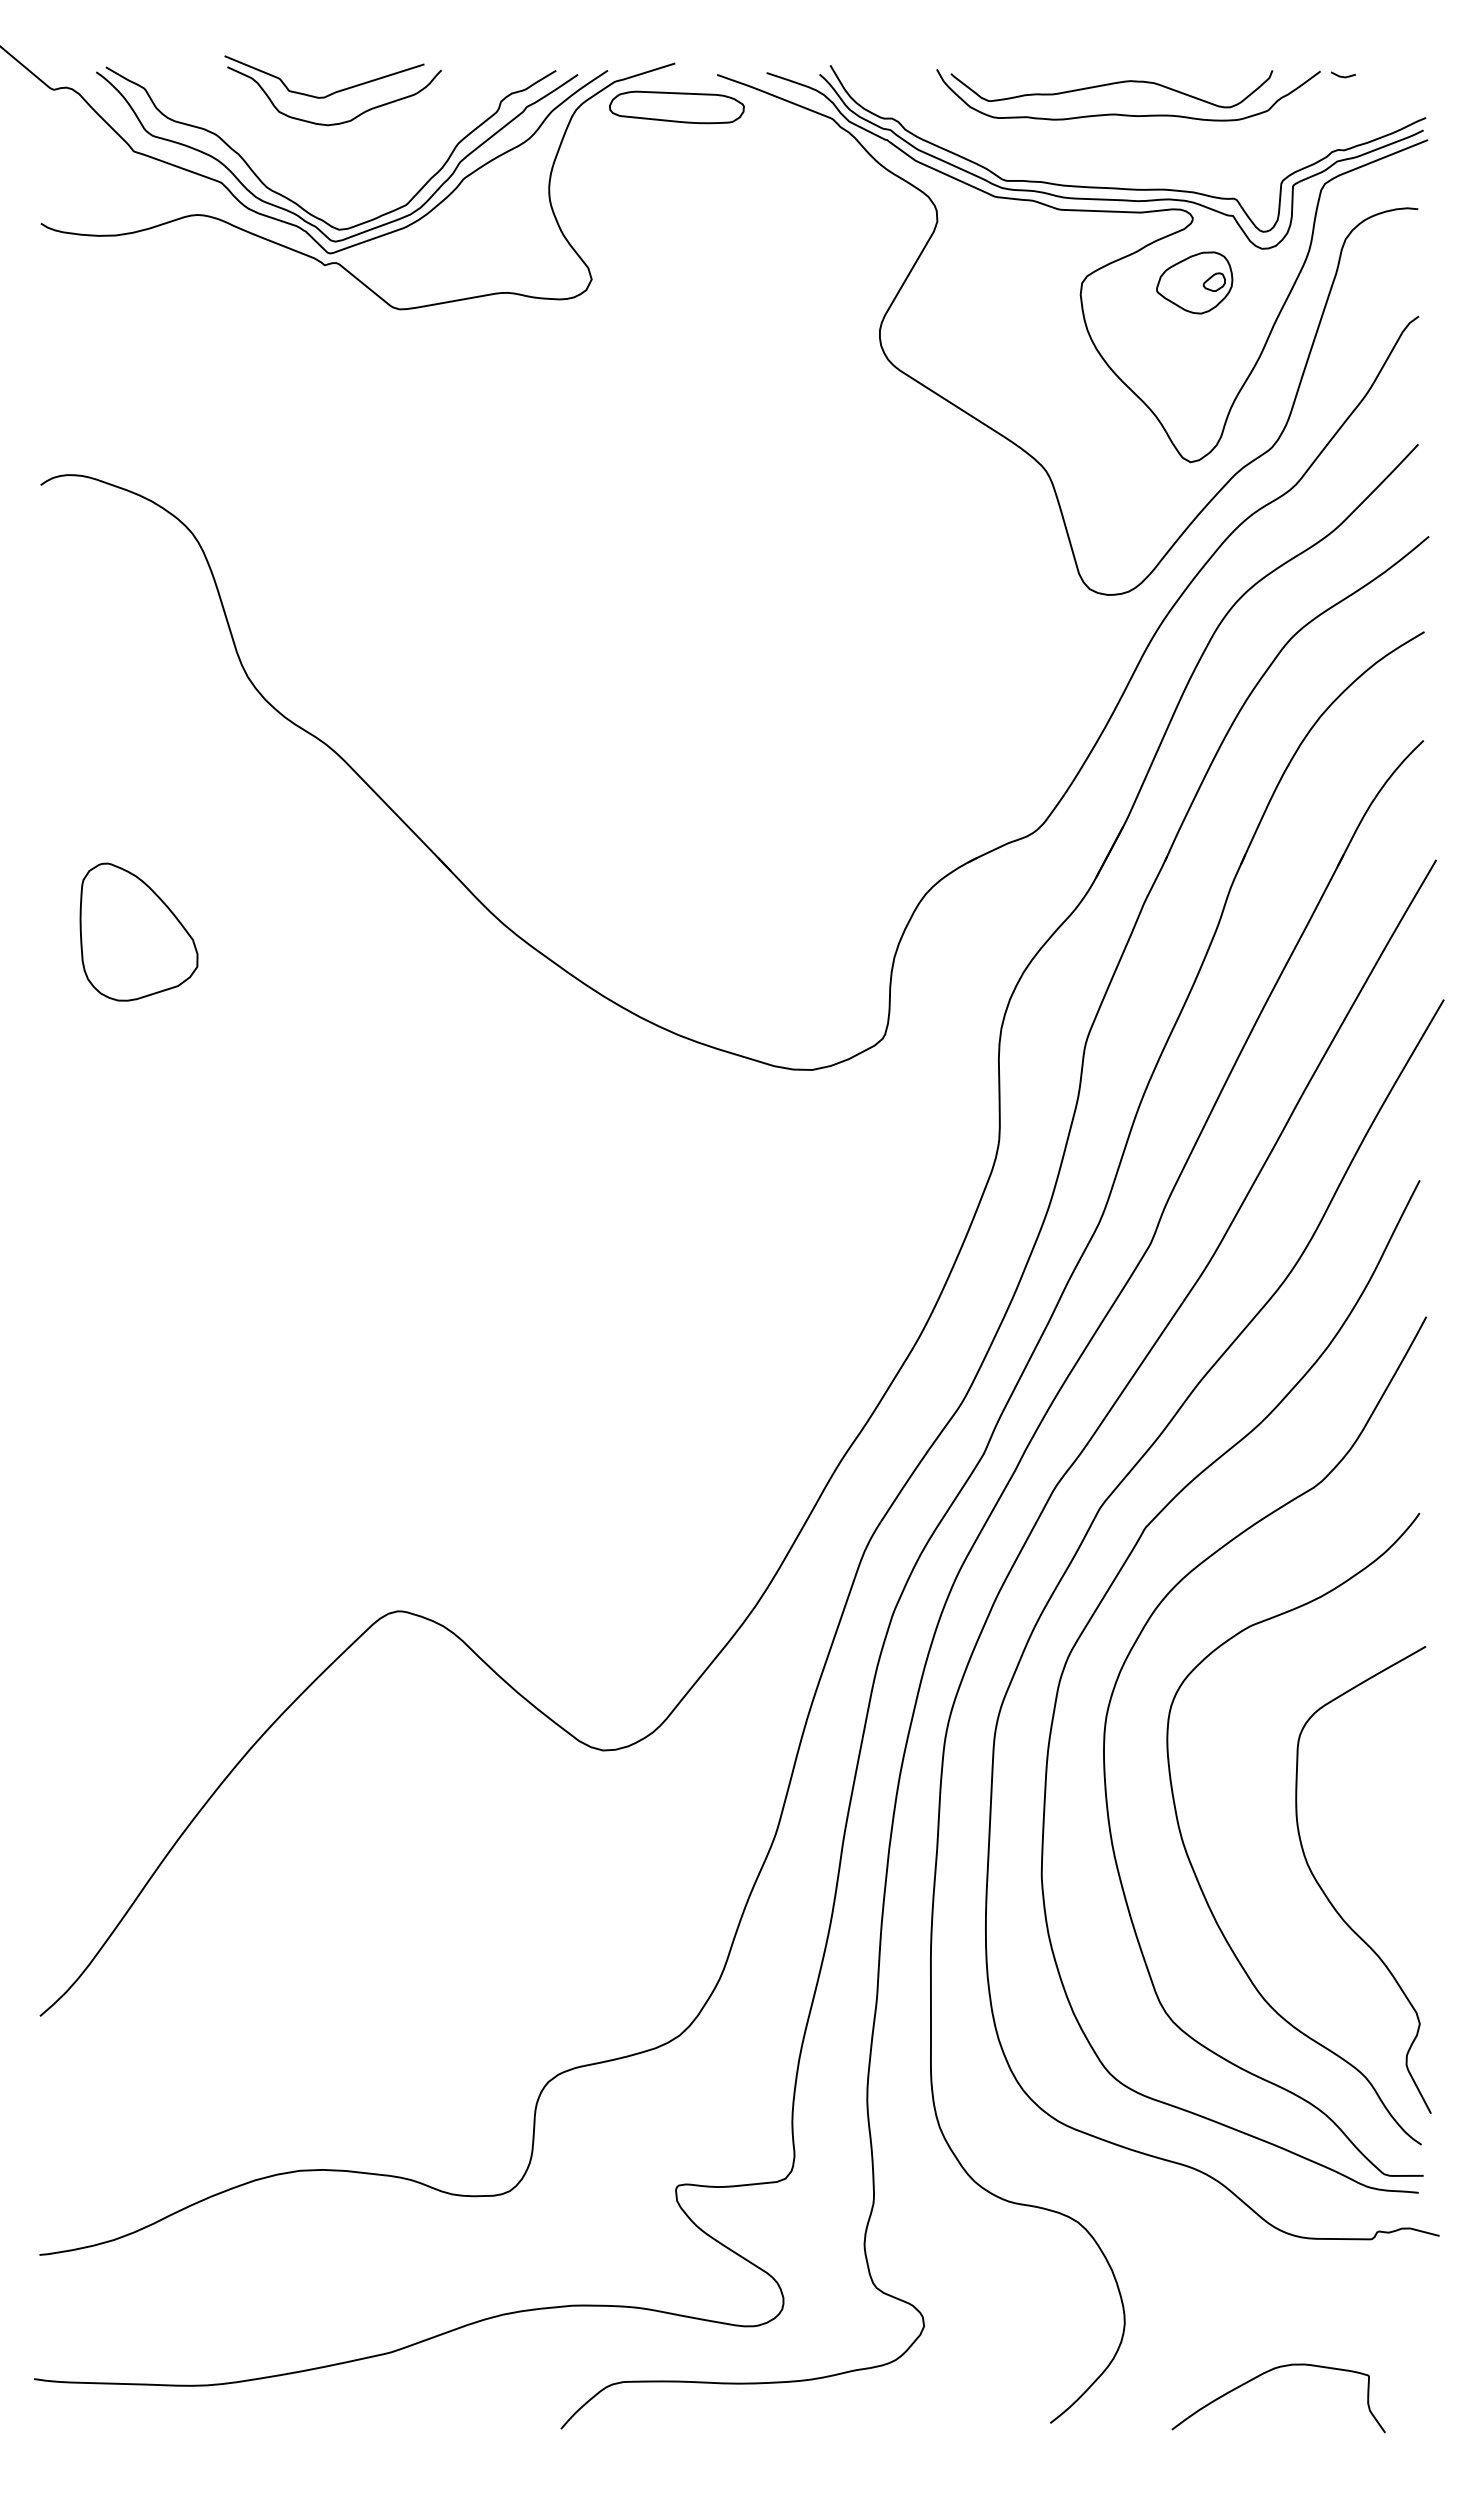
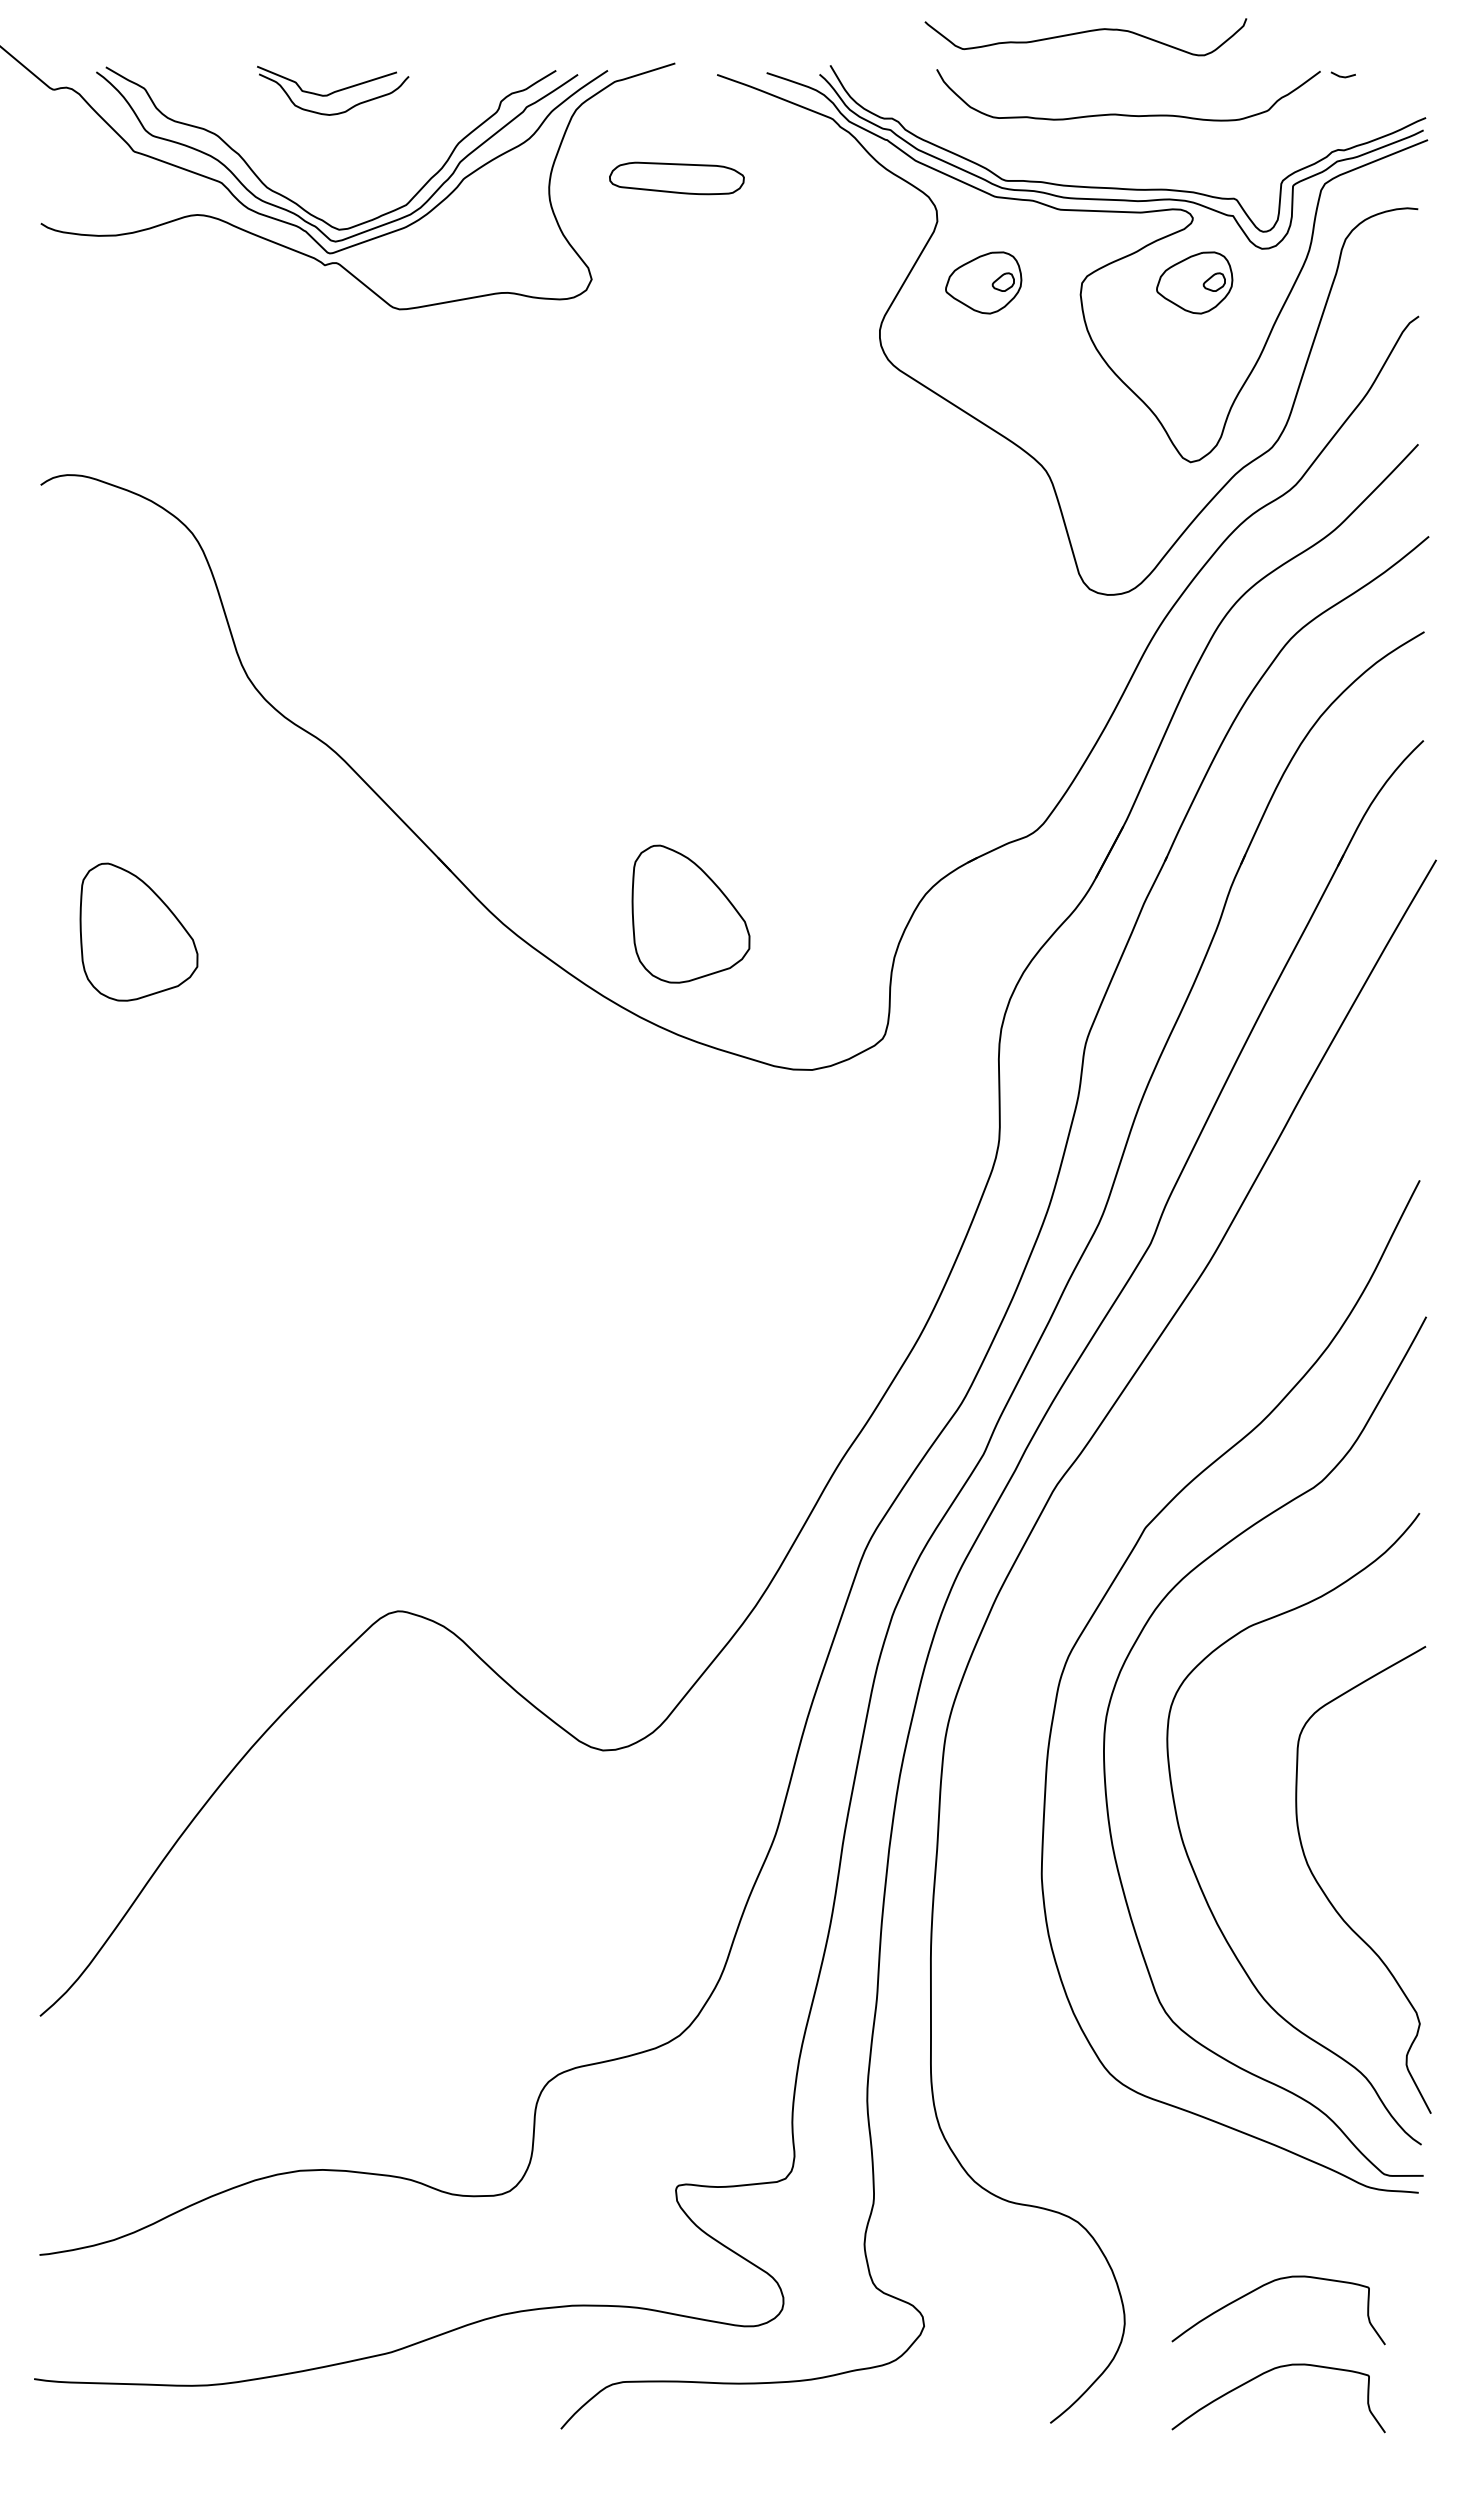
curve at (1109, 85) position: (1109, 85) -> (1083, 33)
part at (332, 90) size: 218x72 px -> 153x51 px
part at (676, 107) position: (676, 107) -> (676, 178)
part at (983, 282): none -> present
part at (690, 913): none -> present
curve at (1078, 1551): present -> none
curve at (1266, 2285): none -> present
